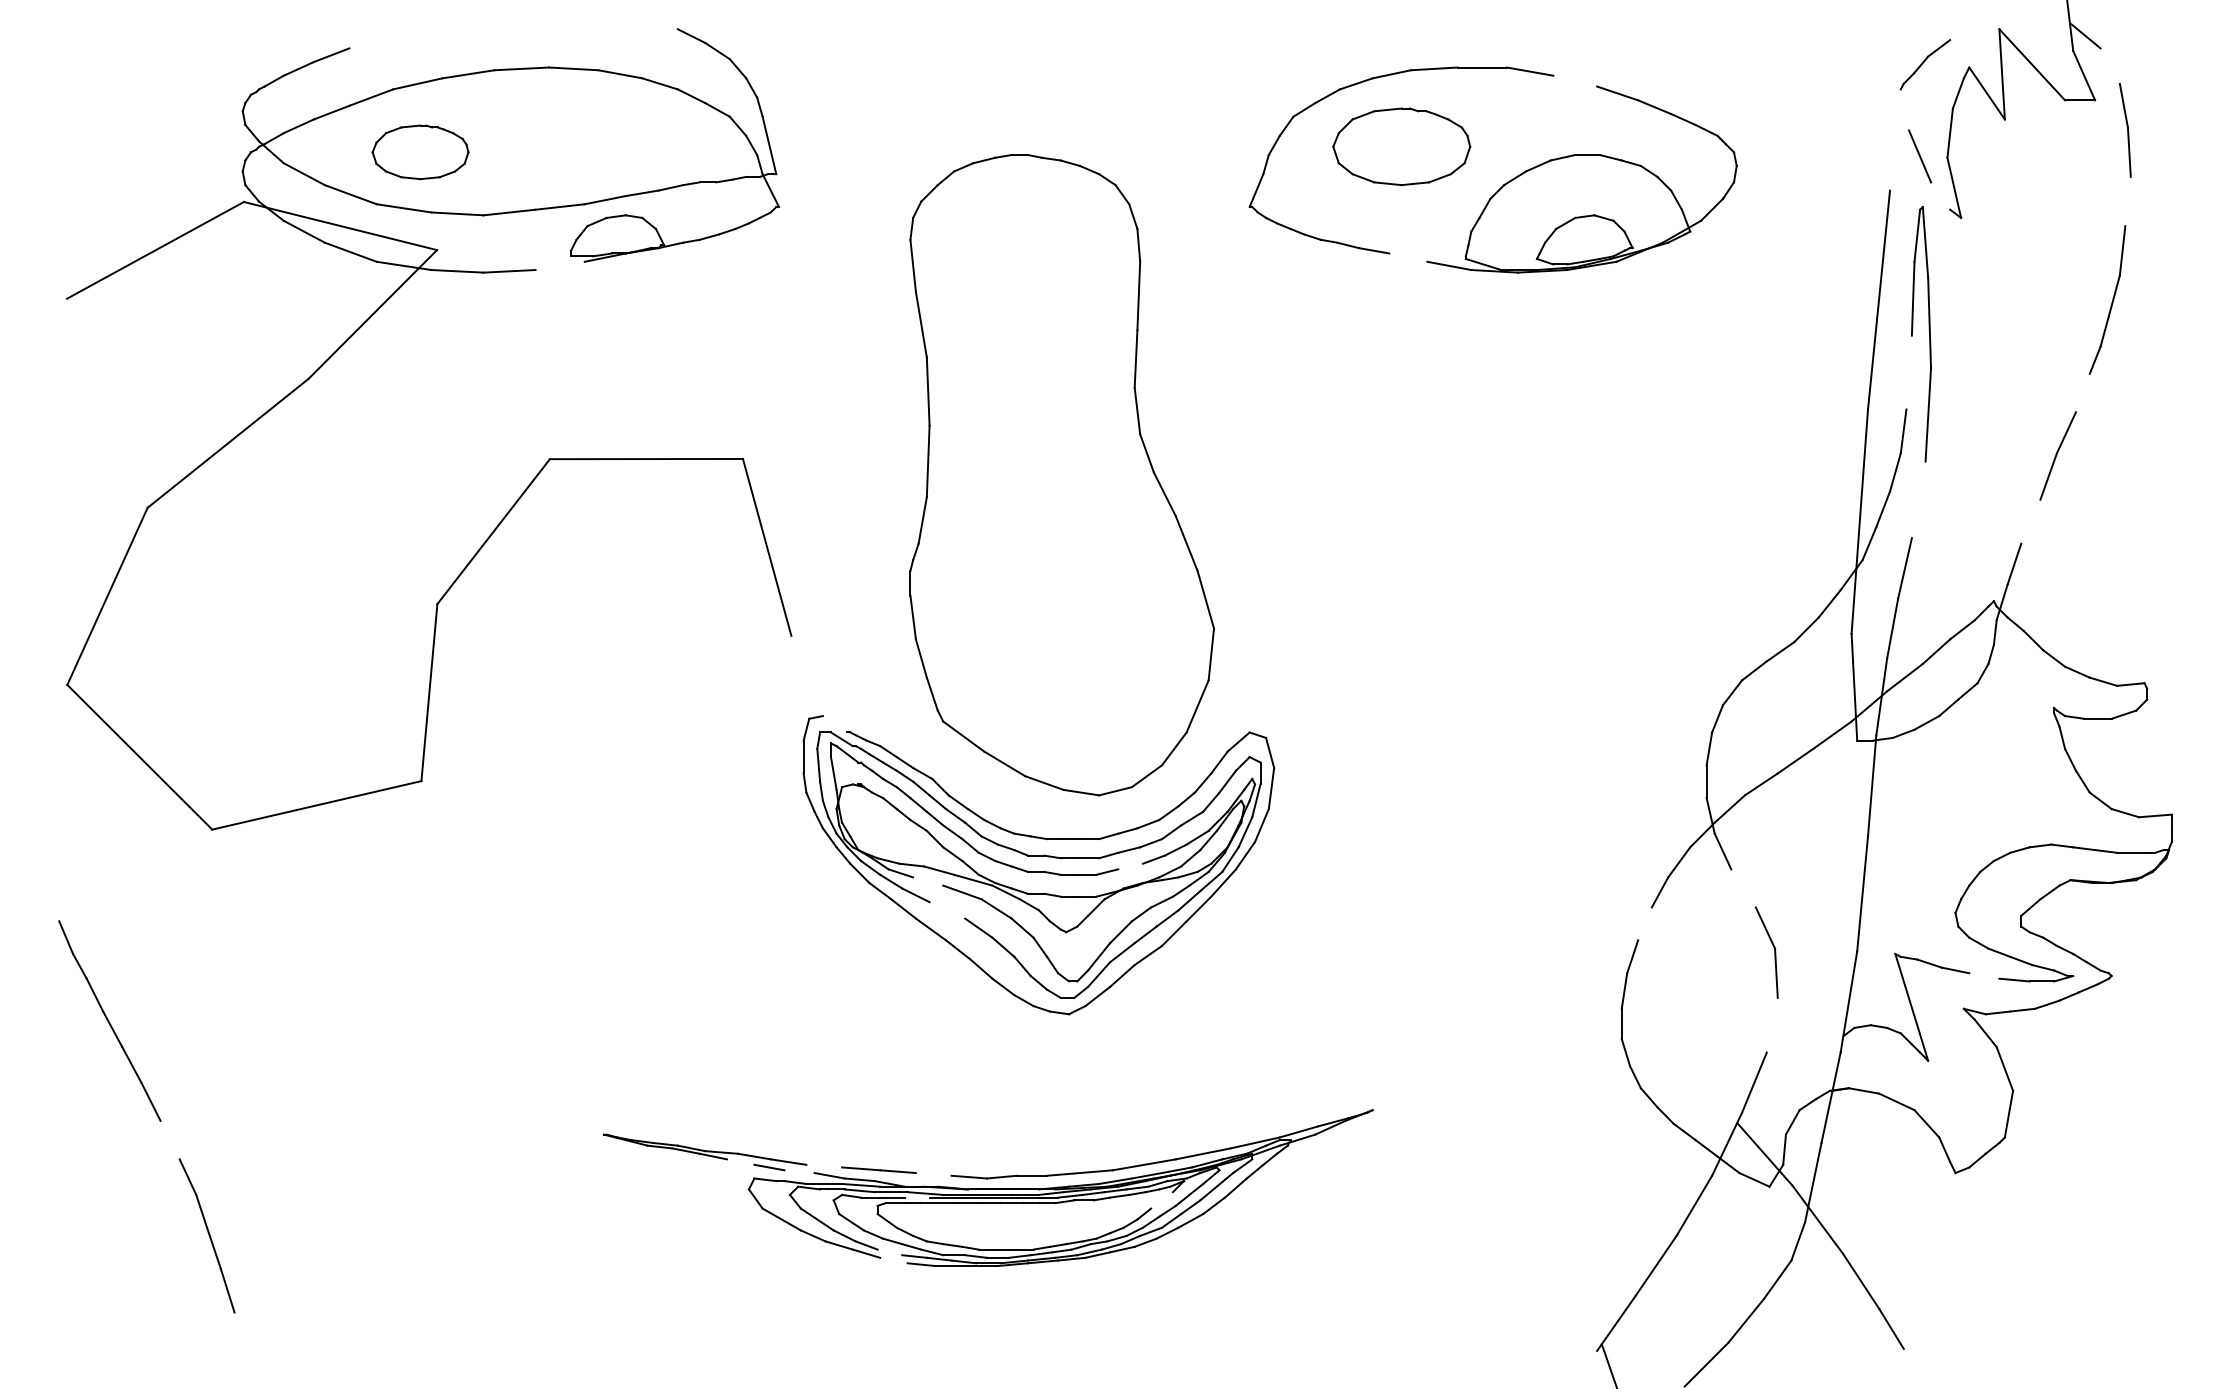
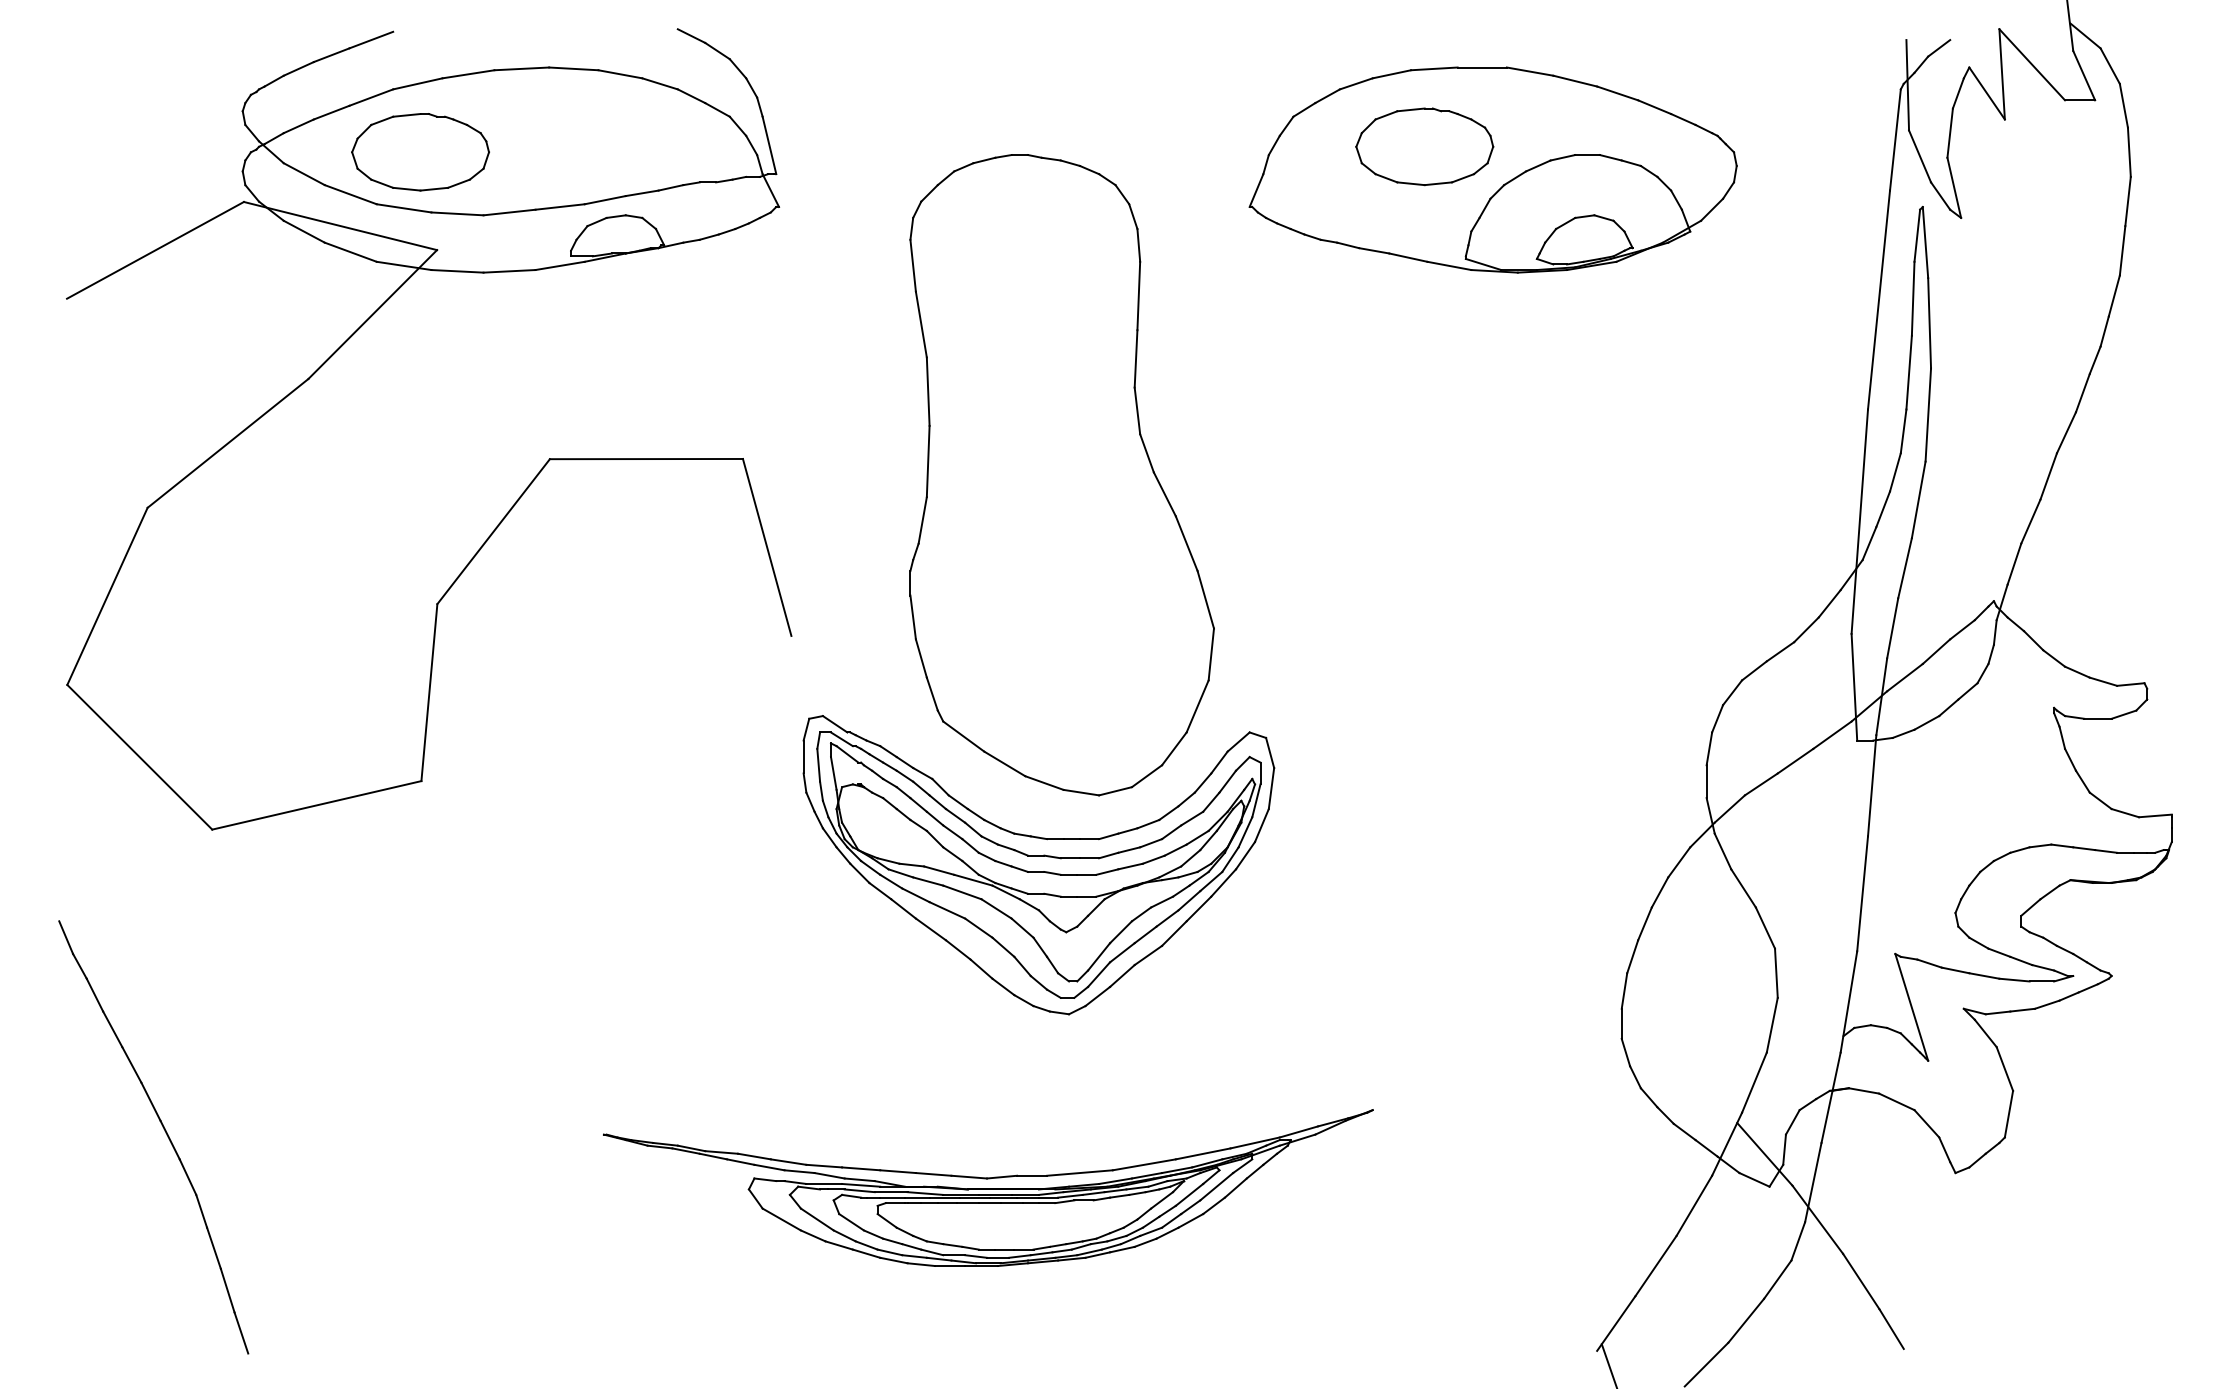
line at (371, 39): none -> present
line at (2109, 65): none -> present
line at (1575, 80): none -> present
line at (1907, 85): none -> present
line at (1895, 139): none -> present
part at (1401, 146) position: (1401, 146) -> (1424, 146)
part at (420, 152) size: 99x57 px -> 139x79 px
line at (1940, 195): none -> present
line at (2127, 201): none -> present
line at (1408, 257): none -> present
line at (559, 265): none -> present
line at (1908, 372): none -> present
line at (2082, 392): none -> present
line at (1918, 499): none -> present
line at (2030, 521): none -> present
line at (834, 724): none -> present
line at (1130, 866): none -> present
line at (928, 881): none -> present
line at (1743, 888): none -> present
line at (947, 910): none -> present
line at (1644, 923): none -> present
line at (1984, 975): none -> present
line at (1771, 1024): none -> present
line at (169, 1139): none -> present
line at (740, 1161): none -> present
line at (824, 1165): none -> present
line at (799, 1171): none -> present
line at (933, 1174): none -> present
line at (916, 1197): none -> present
line at (1161, 1200): none -> present
line at (889, 1252): none -> present
line at (893, 1260): none -> present
line at (241, 1332): none -> present
